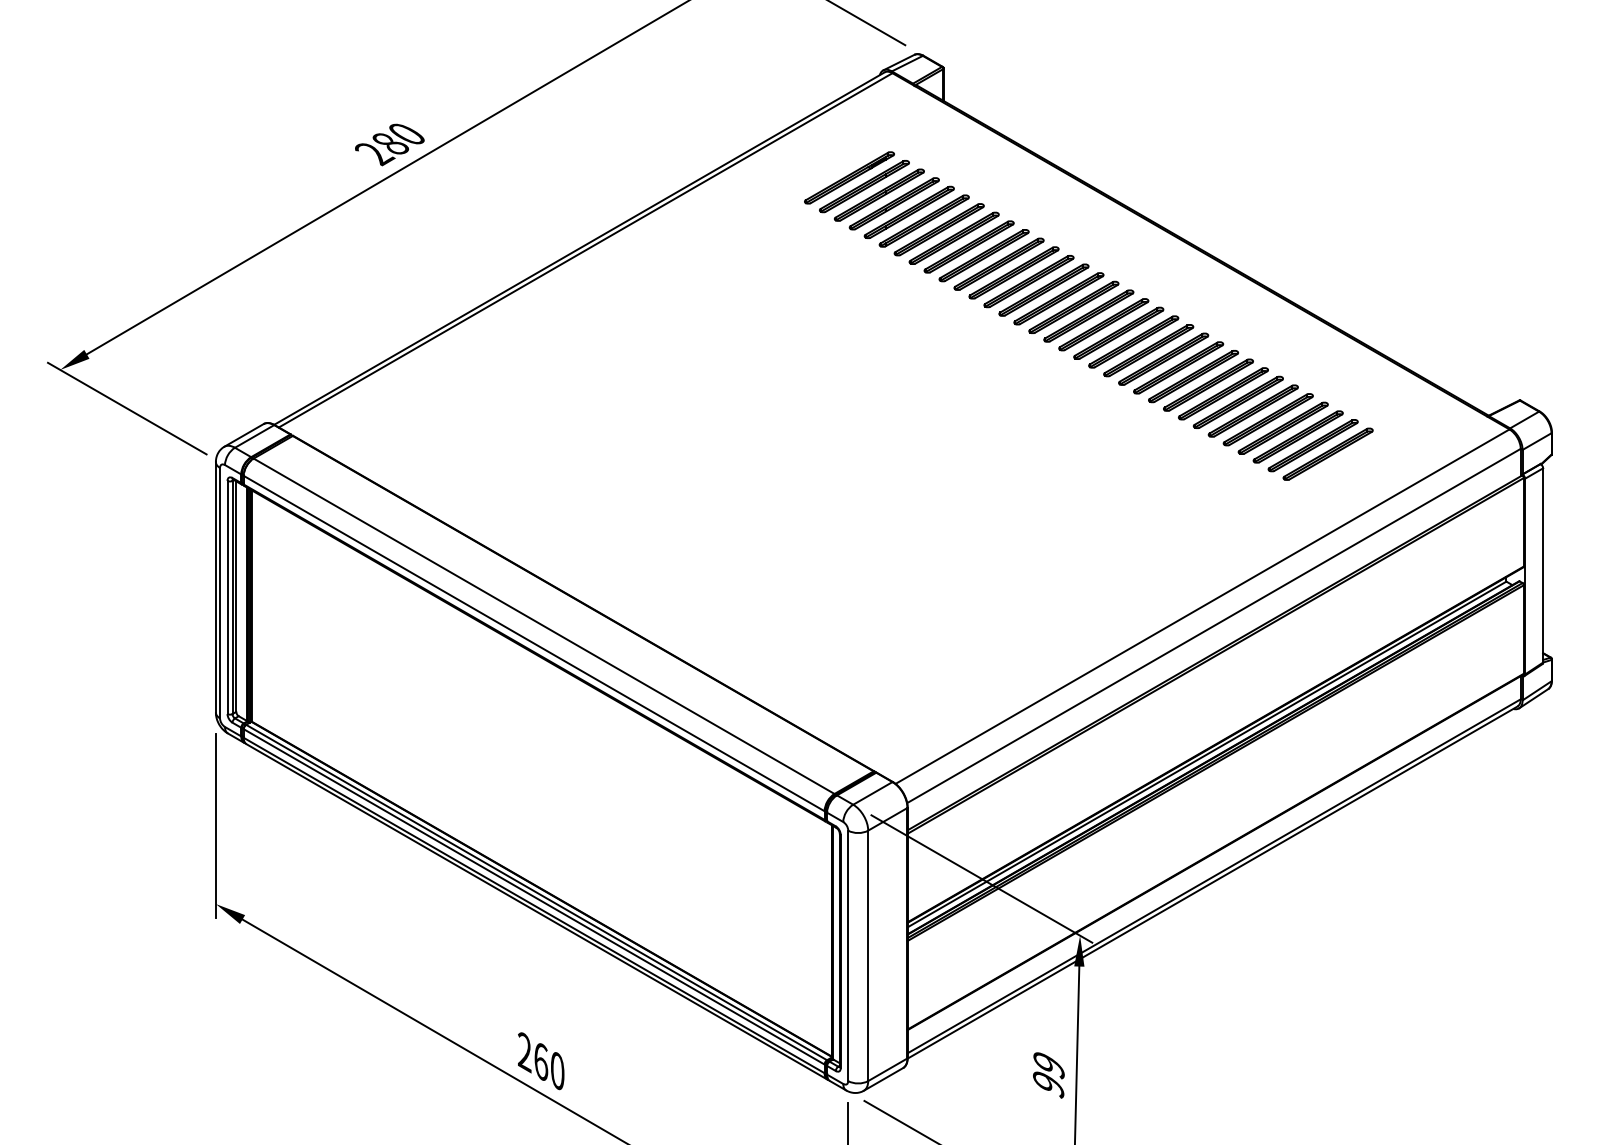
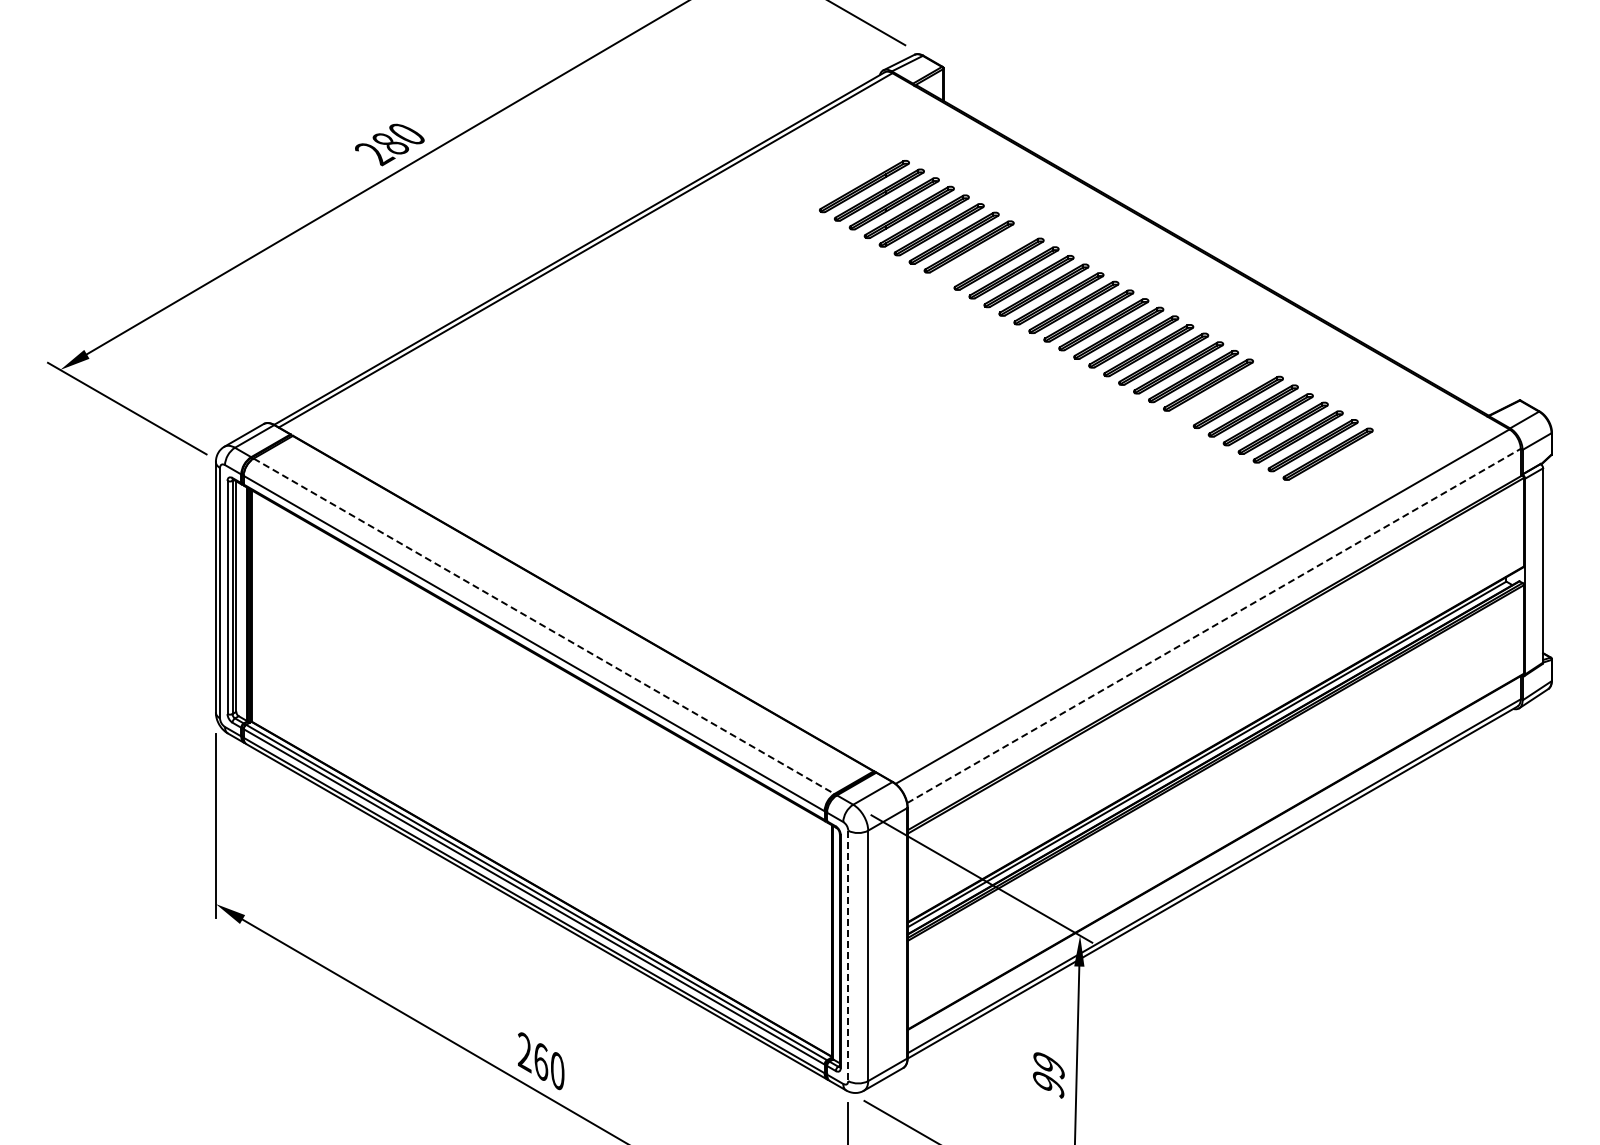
part at (849, 177): present -> none
part at (983, 255): present -> none
part at (1223, 393): present -> none
line at (1214, 625): solid -> dashed
line at (544, 626): solid -> dashed
line at (848, 956): solid -> dashed
